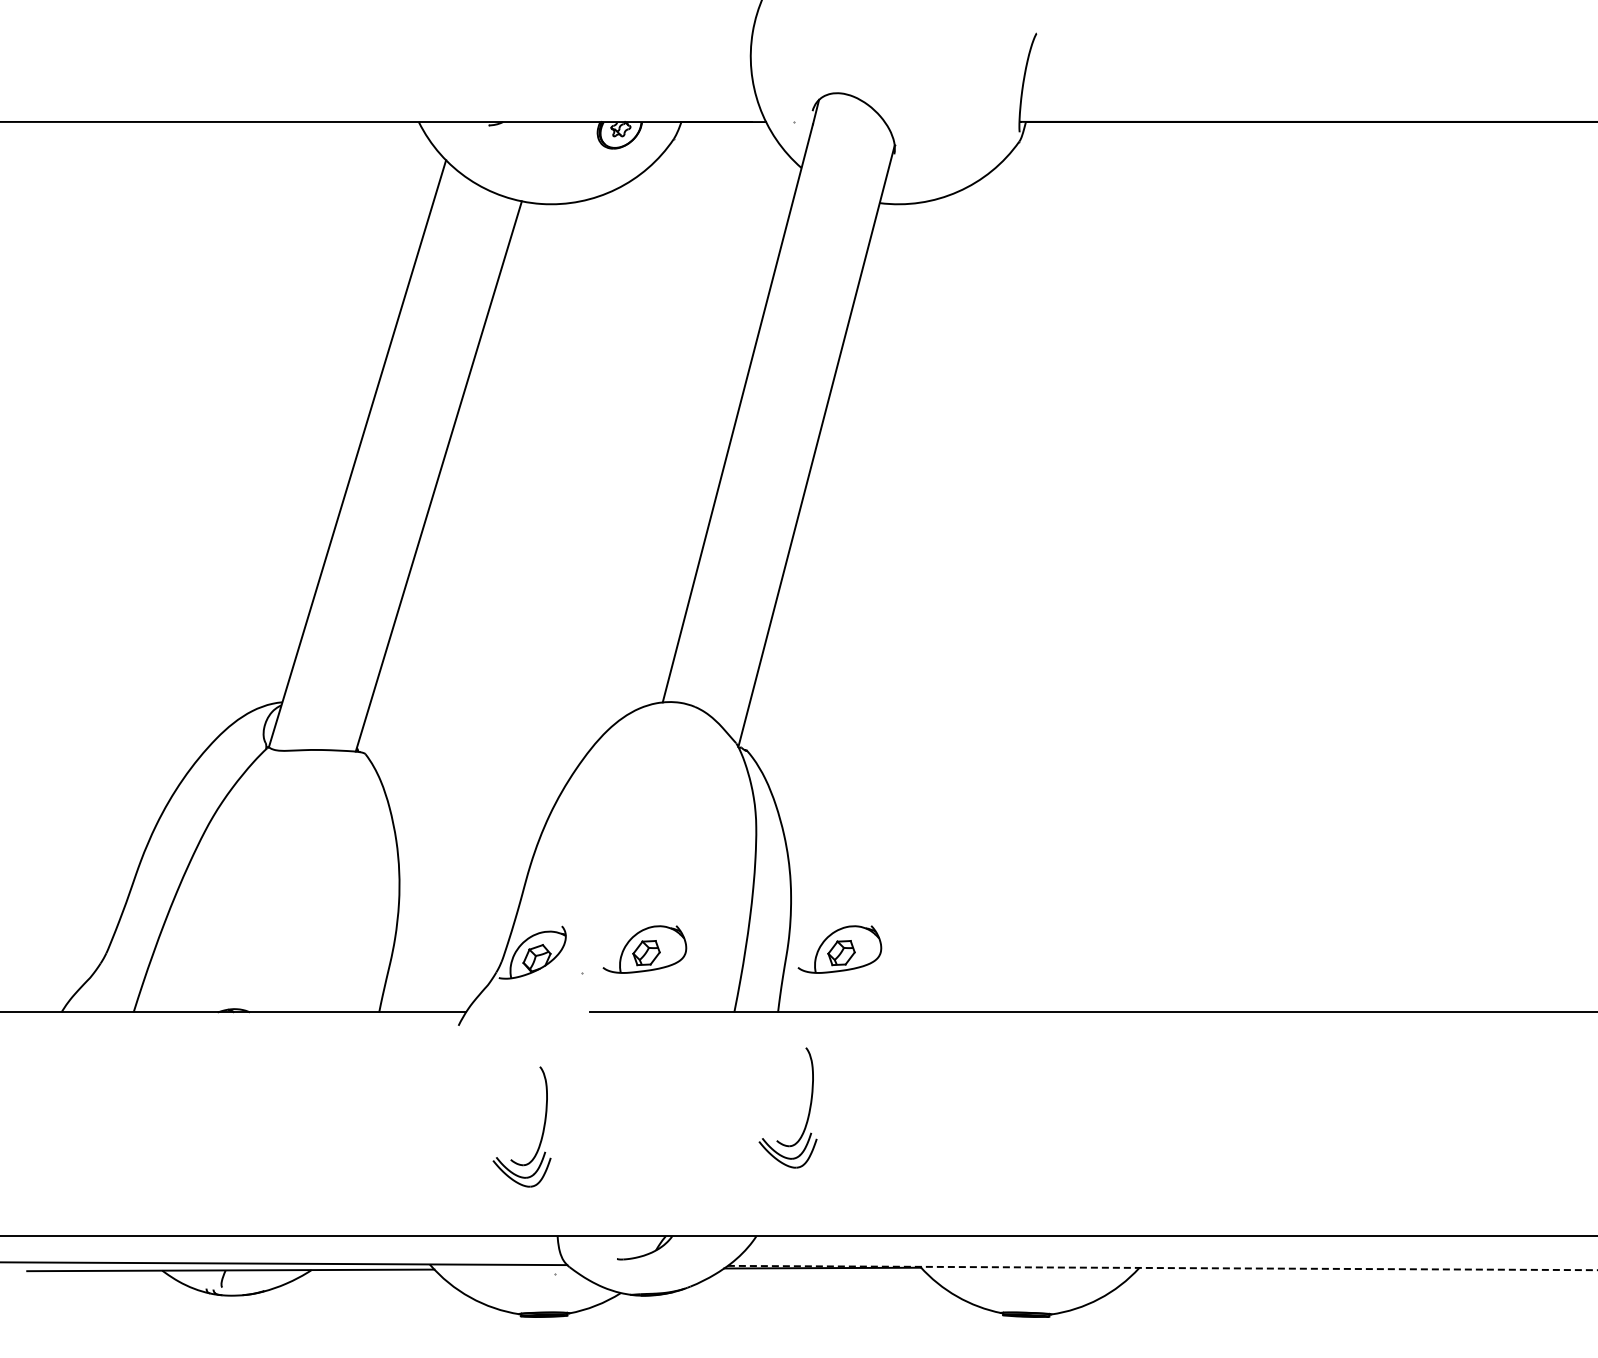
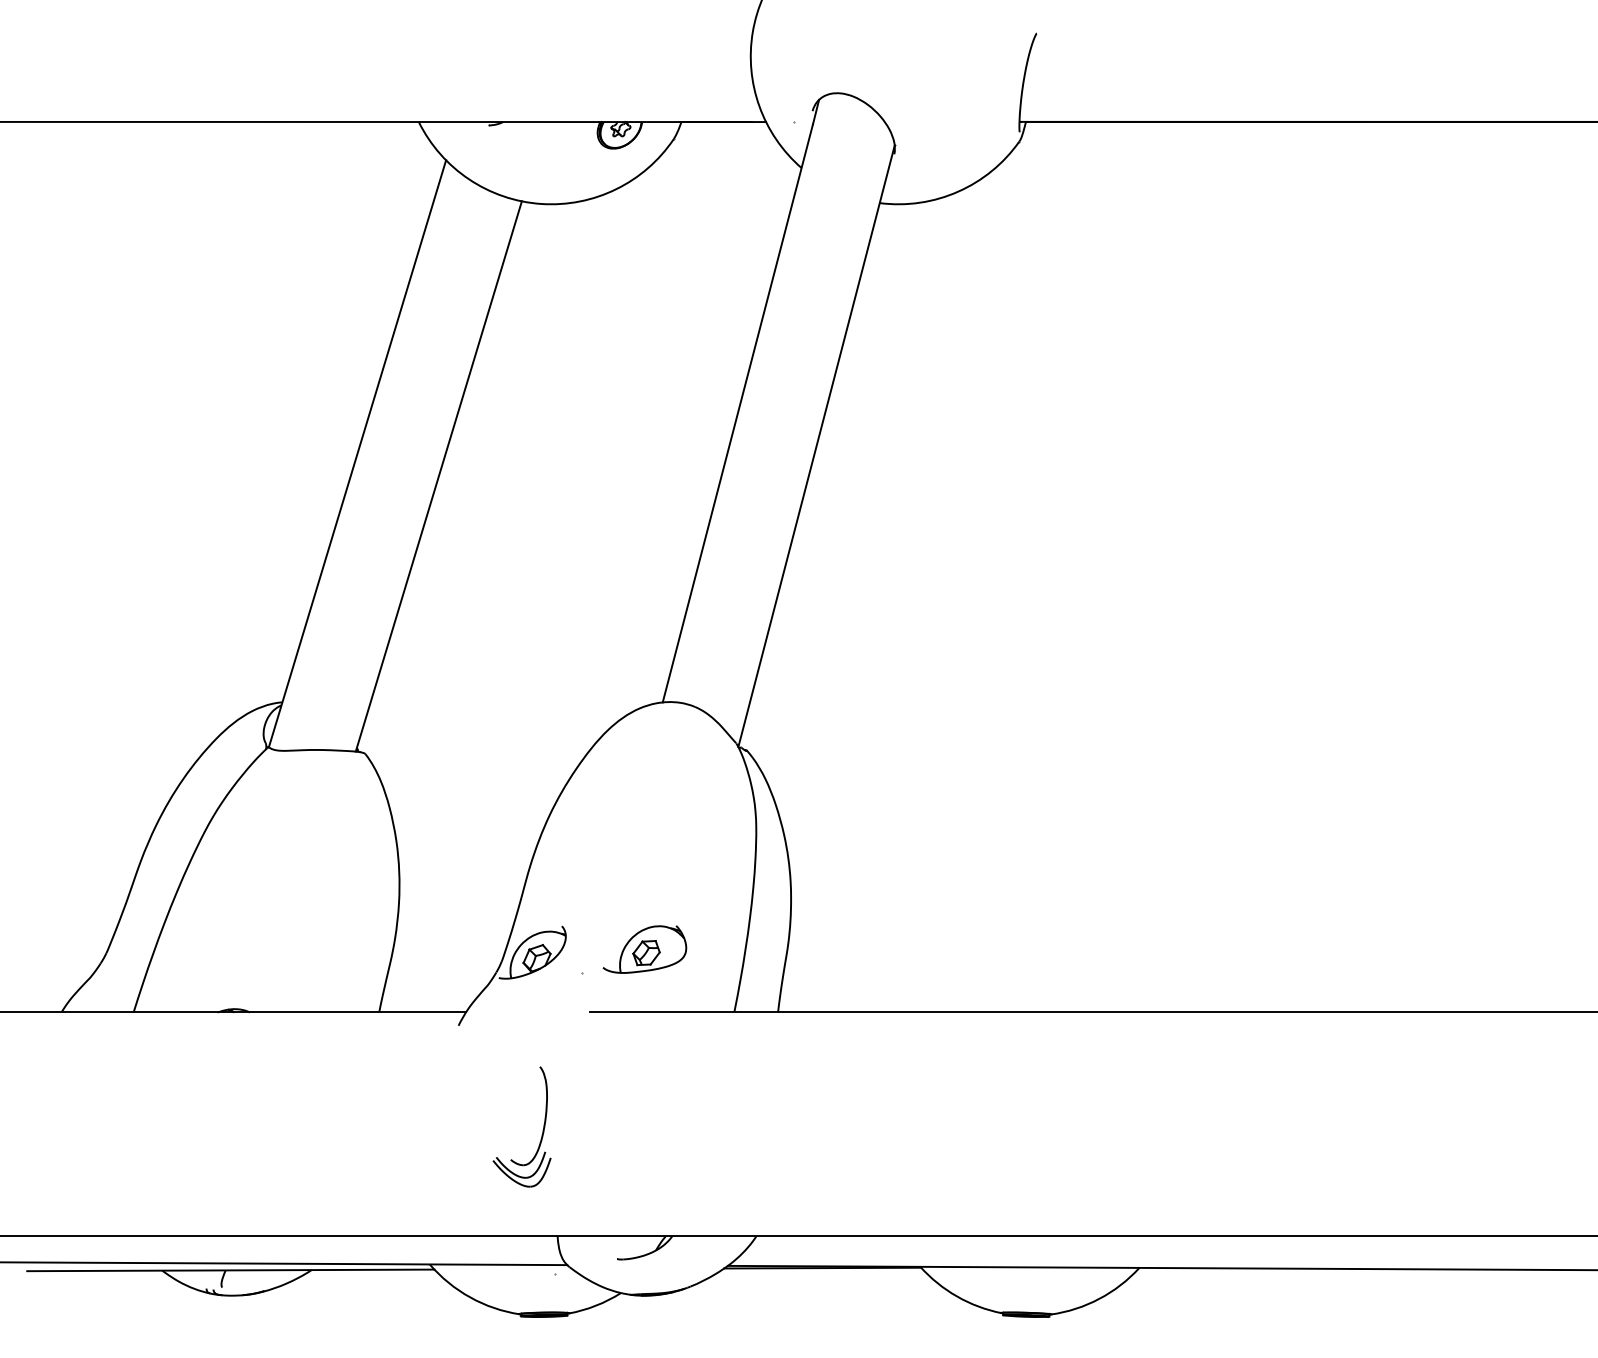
part at (839, 949): present -> none
part at (808, 1111): present -> none
line at (1162, 1268): dashed -> solid
